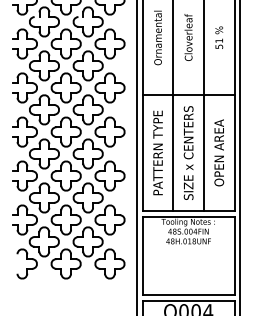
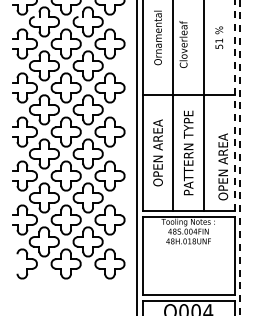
text at (188, 37) position: (188, 37) -> (183, 44)
line at (234, 104): solid -> dashed
text at (157, 152): PATTERN TYPE -> OPEN AREA
text at (188, 152): SIZE x CENTERS -> PATTERN TYPE
text at (219, 152) position: (219, 152) -> (223, 166)
line at (240, 157): solid -> dashed
